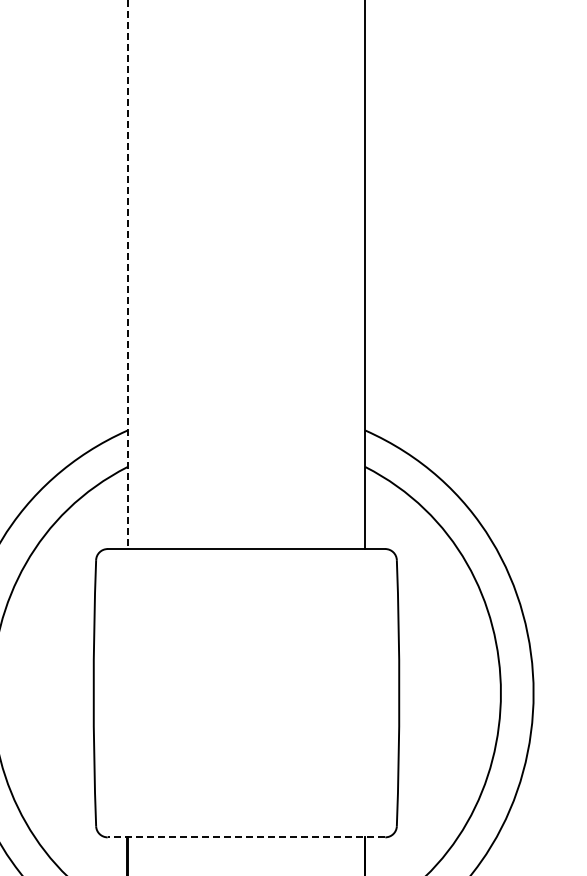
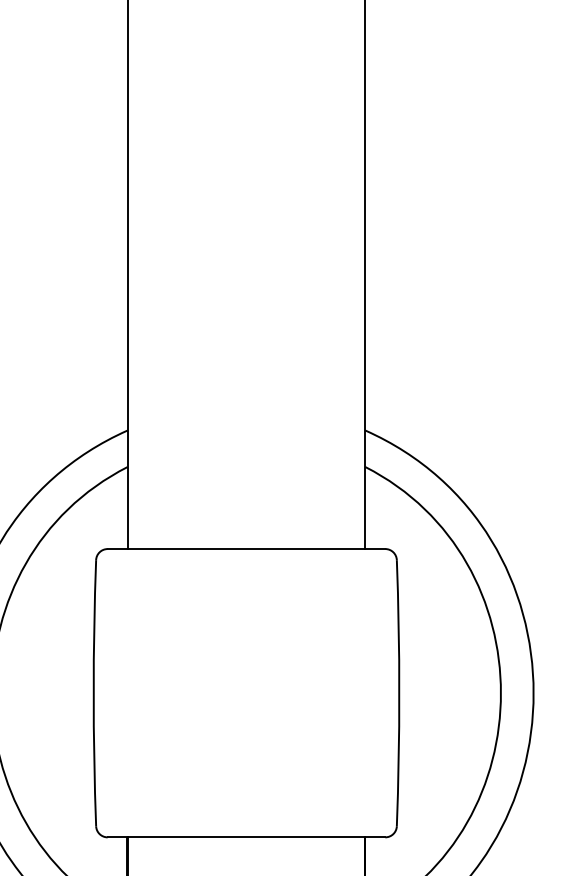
line at (127, 275): dashed -> solid
line at (246, 837): dashed -> solid
